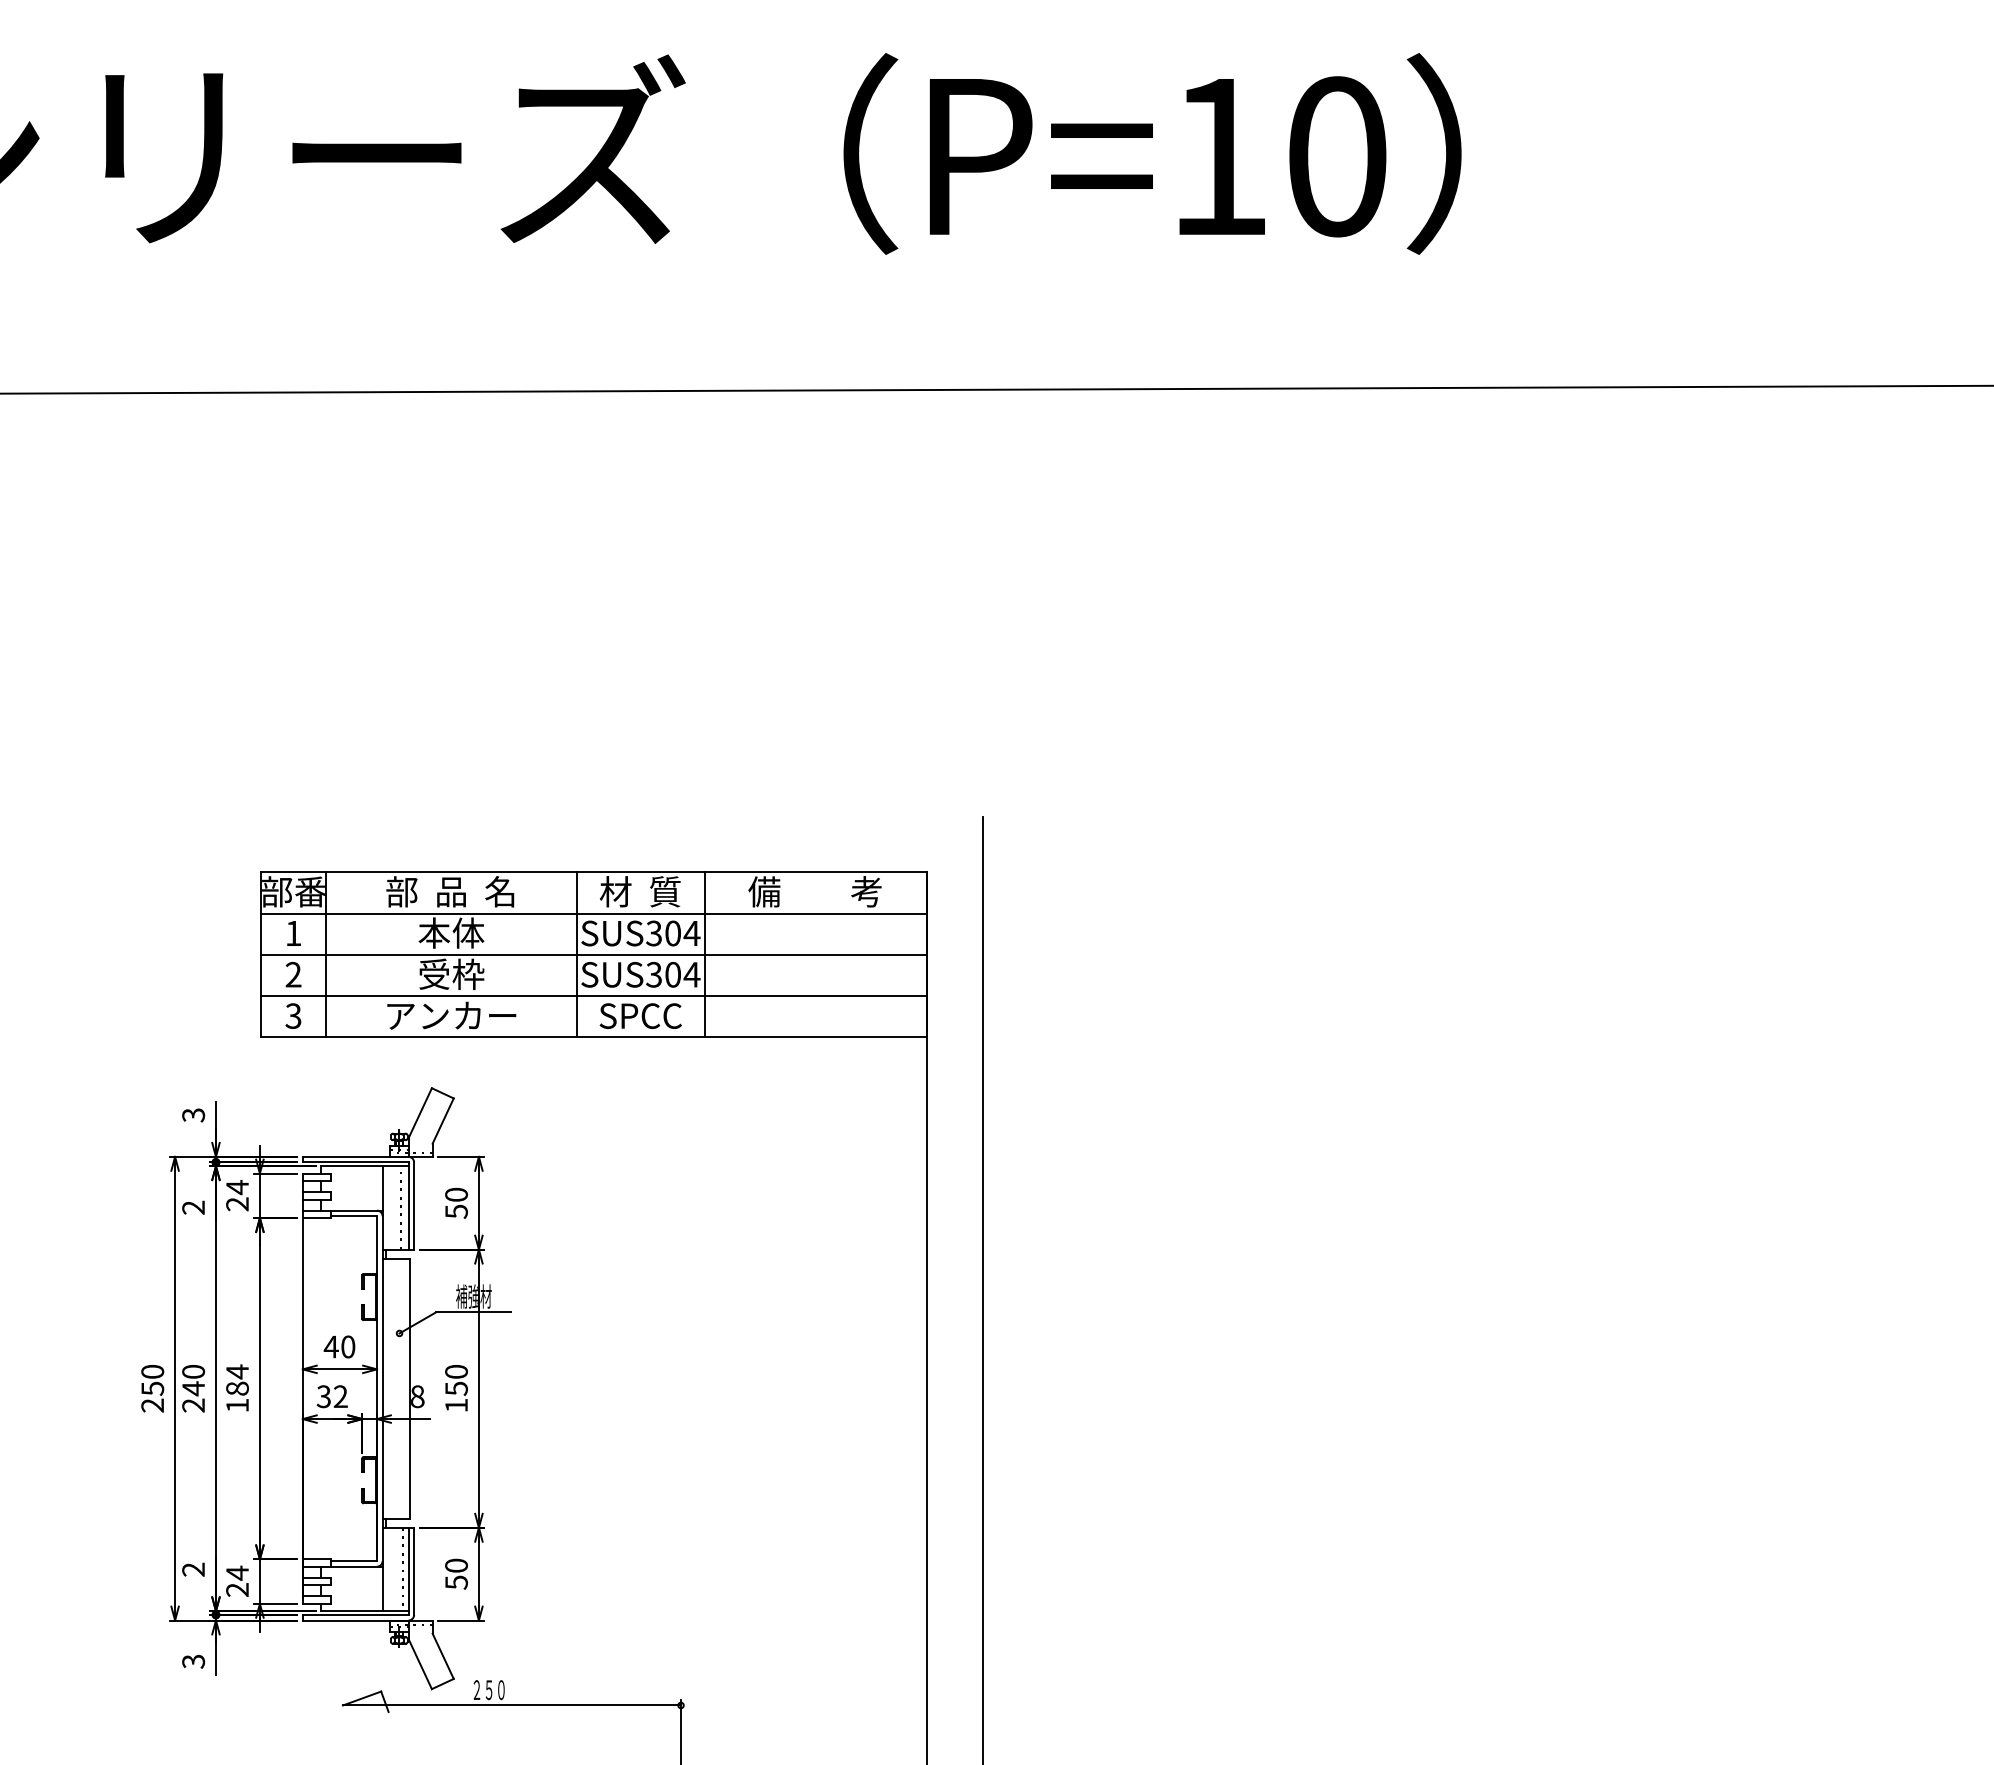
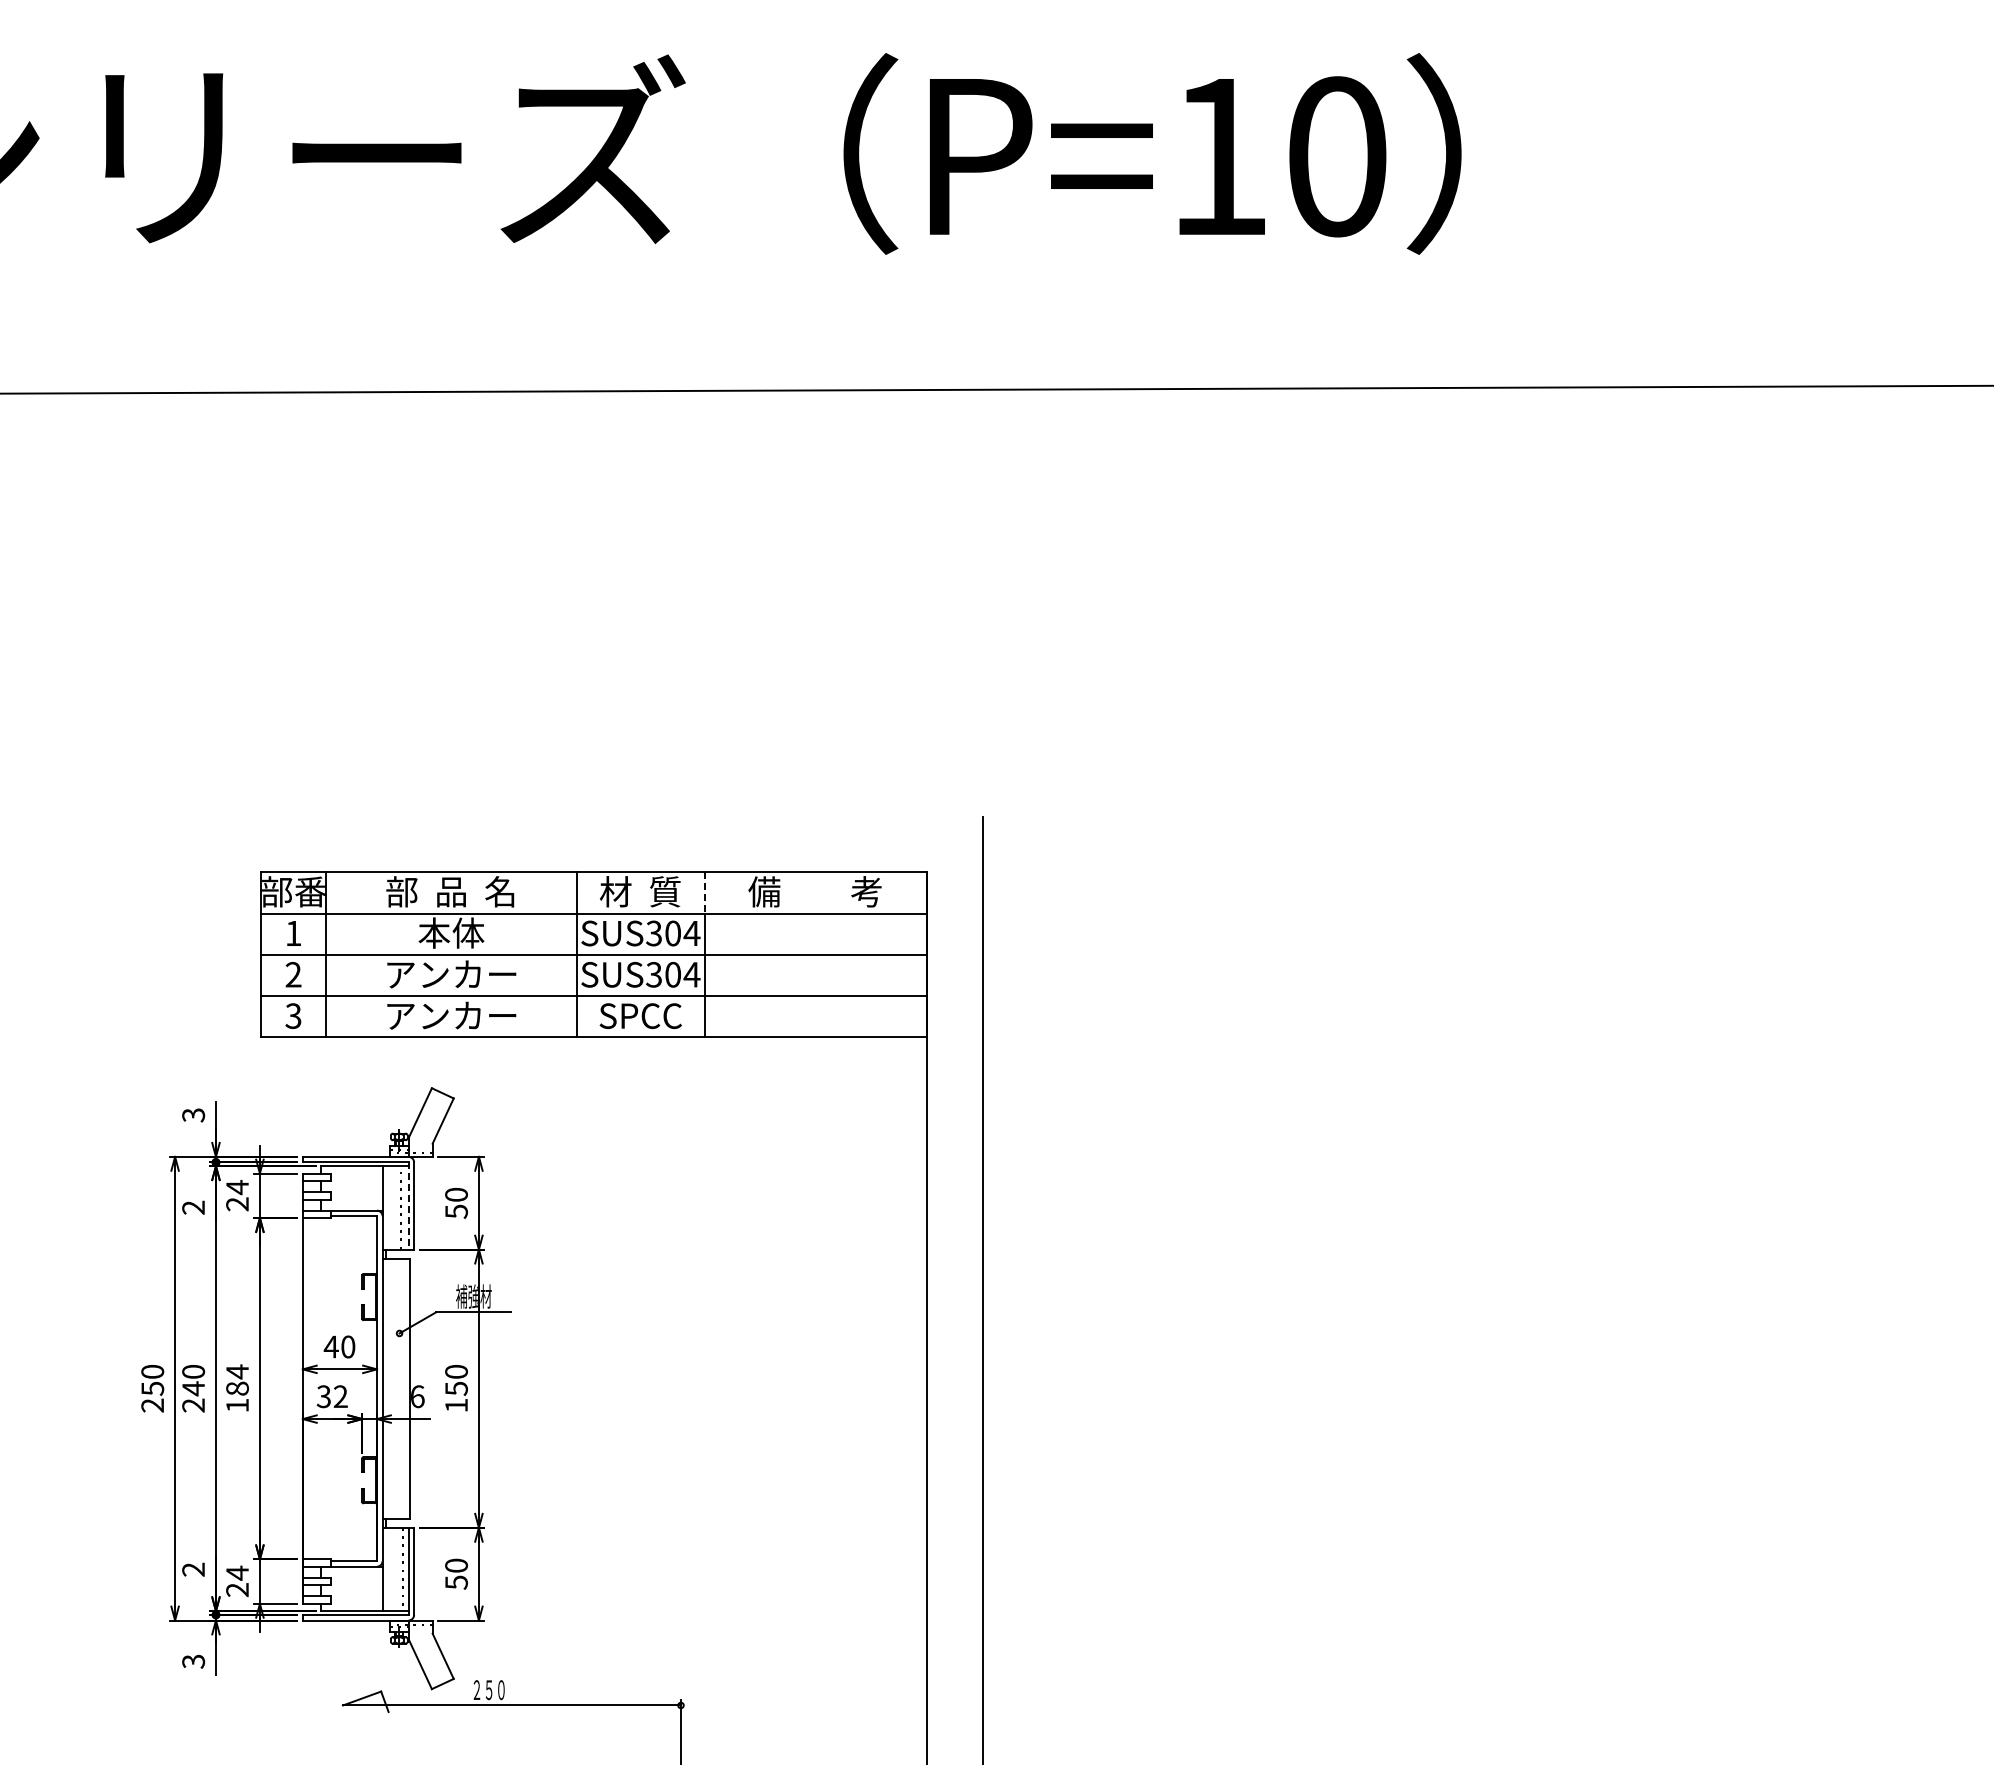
line at (704, 892): solid -> dashed
text at (451, 974): 受枠 -> アンカー
line at (408, 1206): solid -> dashed
text at (417, 1396): 8 -> 6
